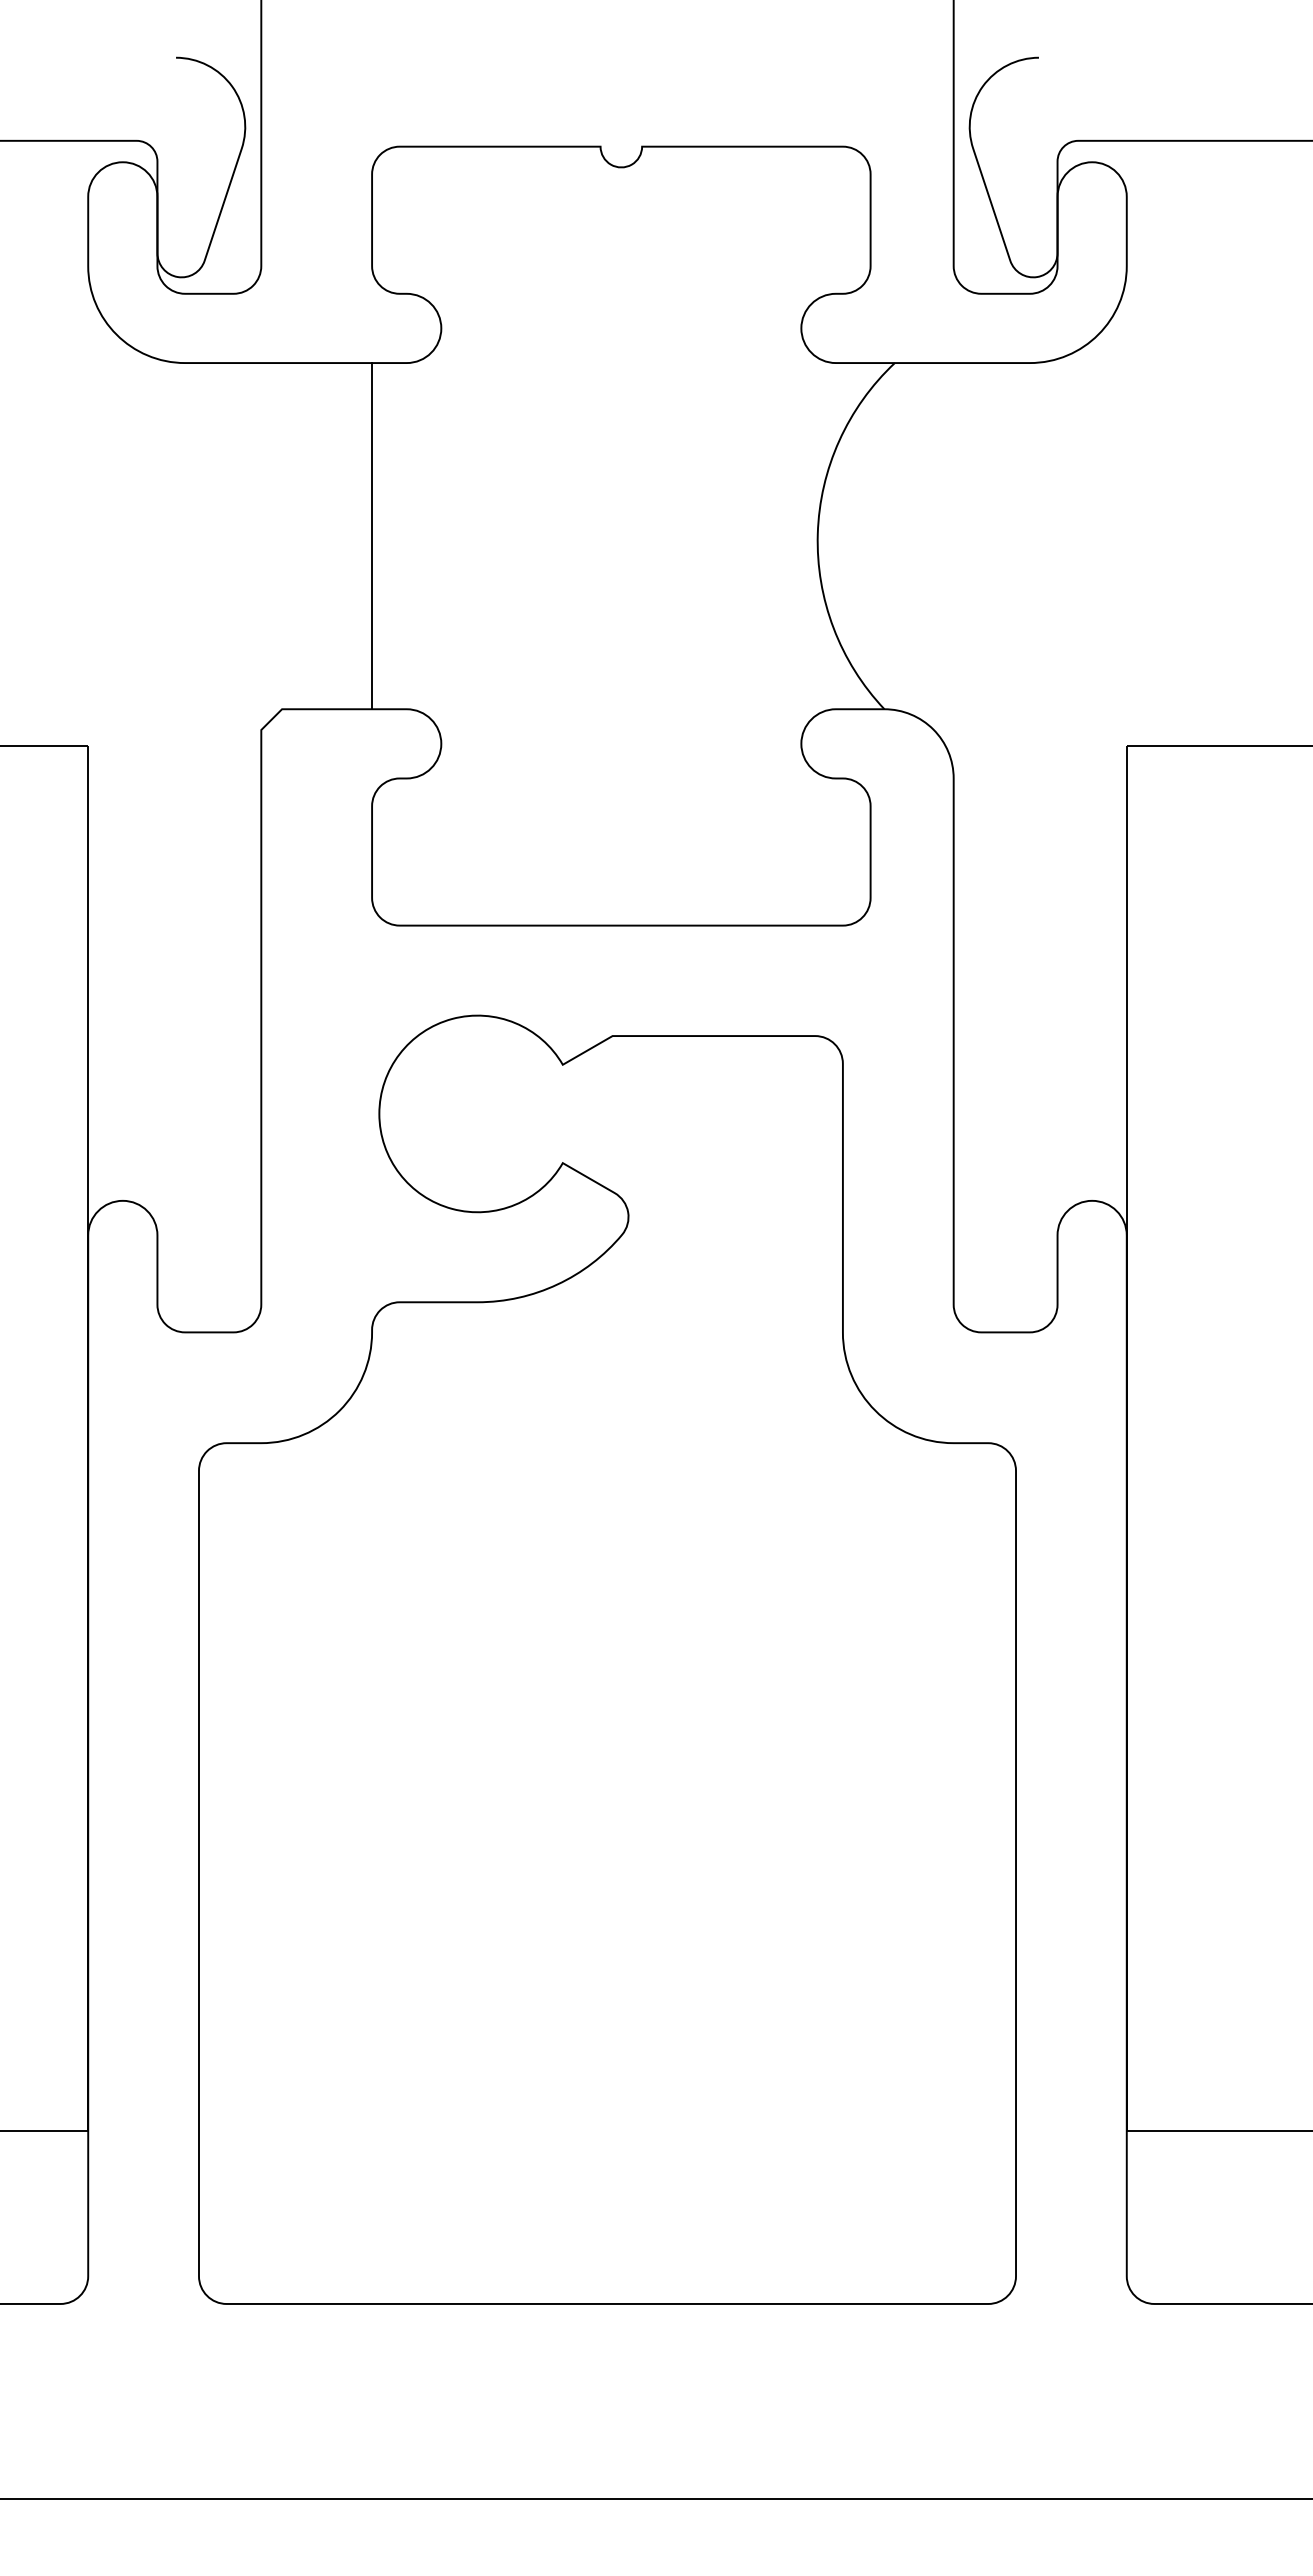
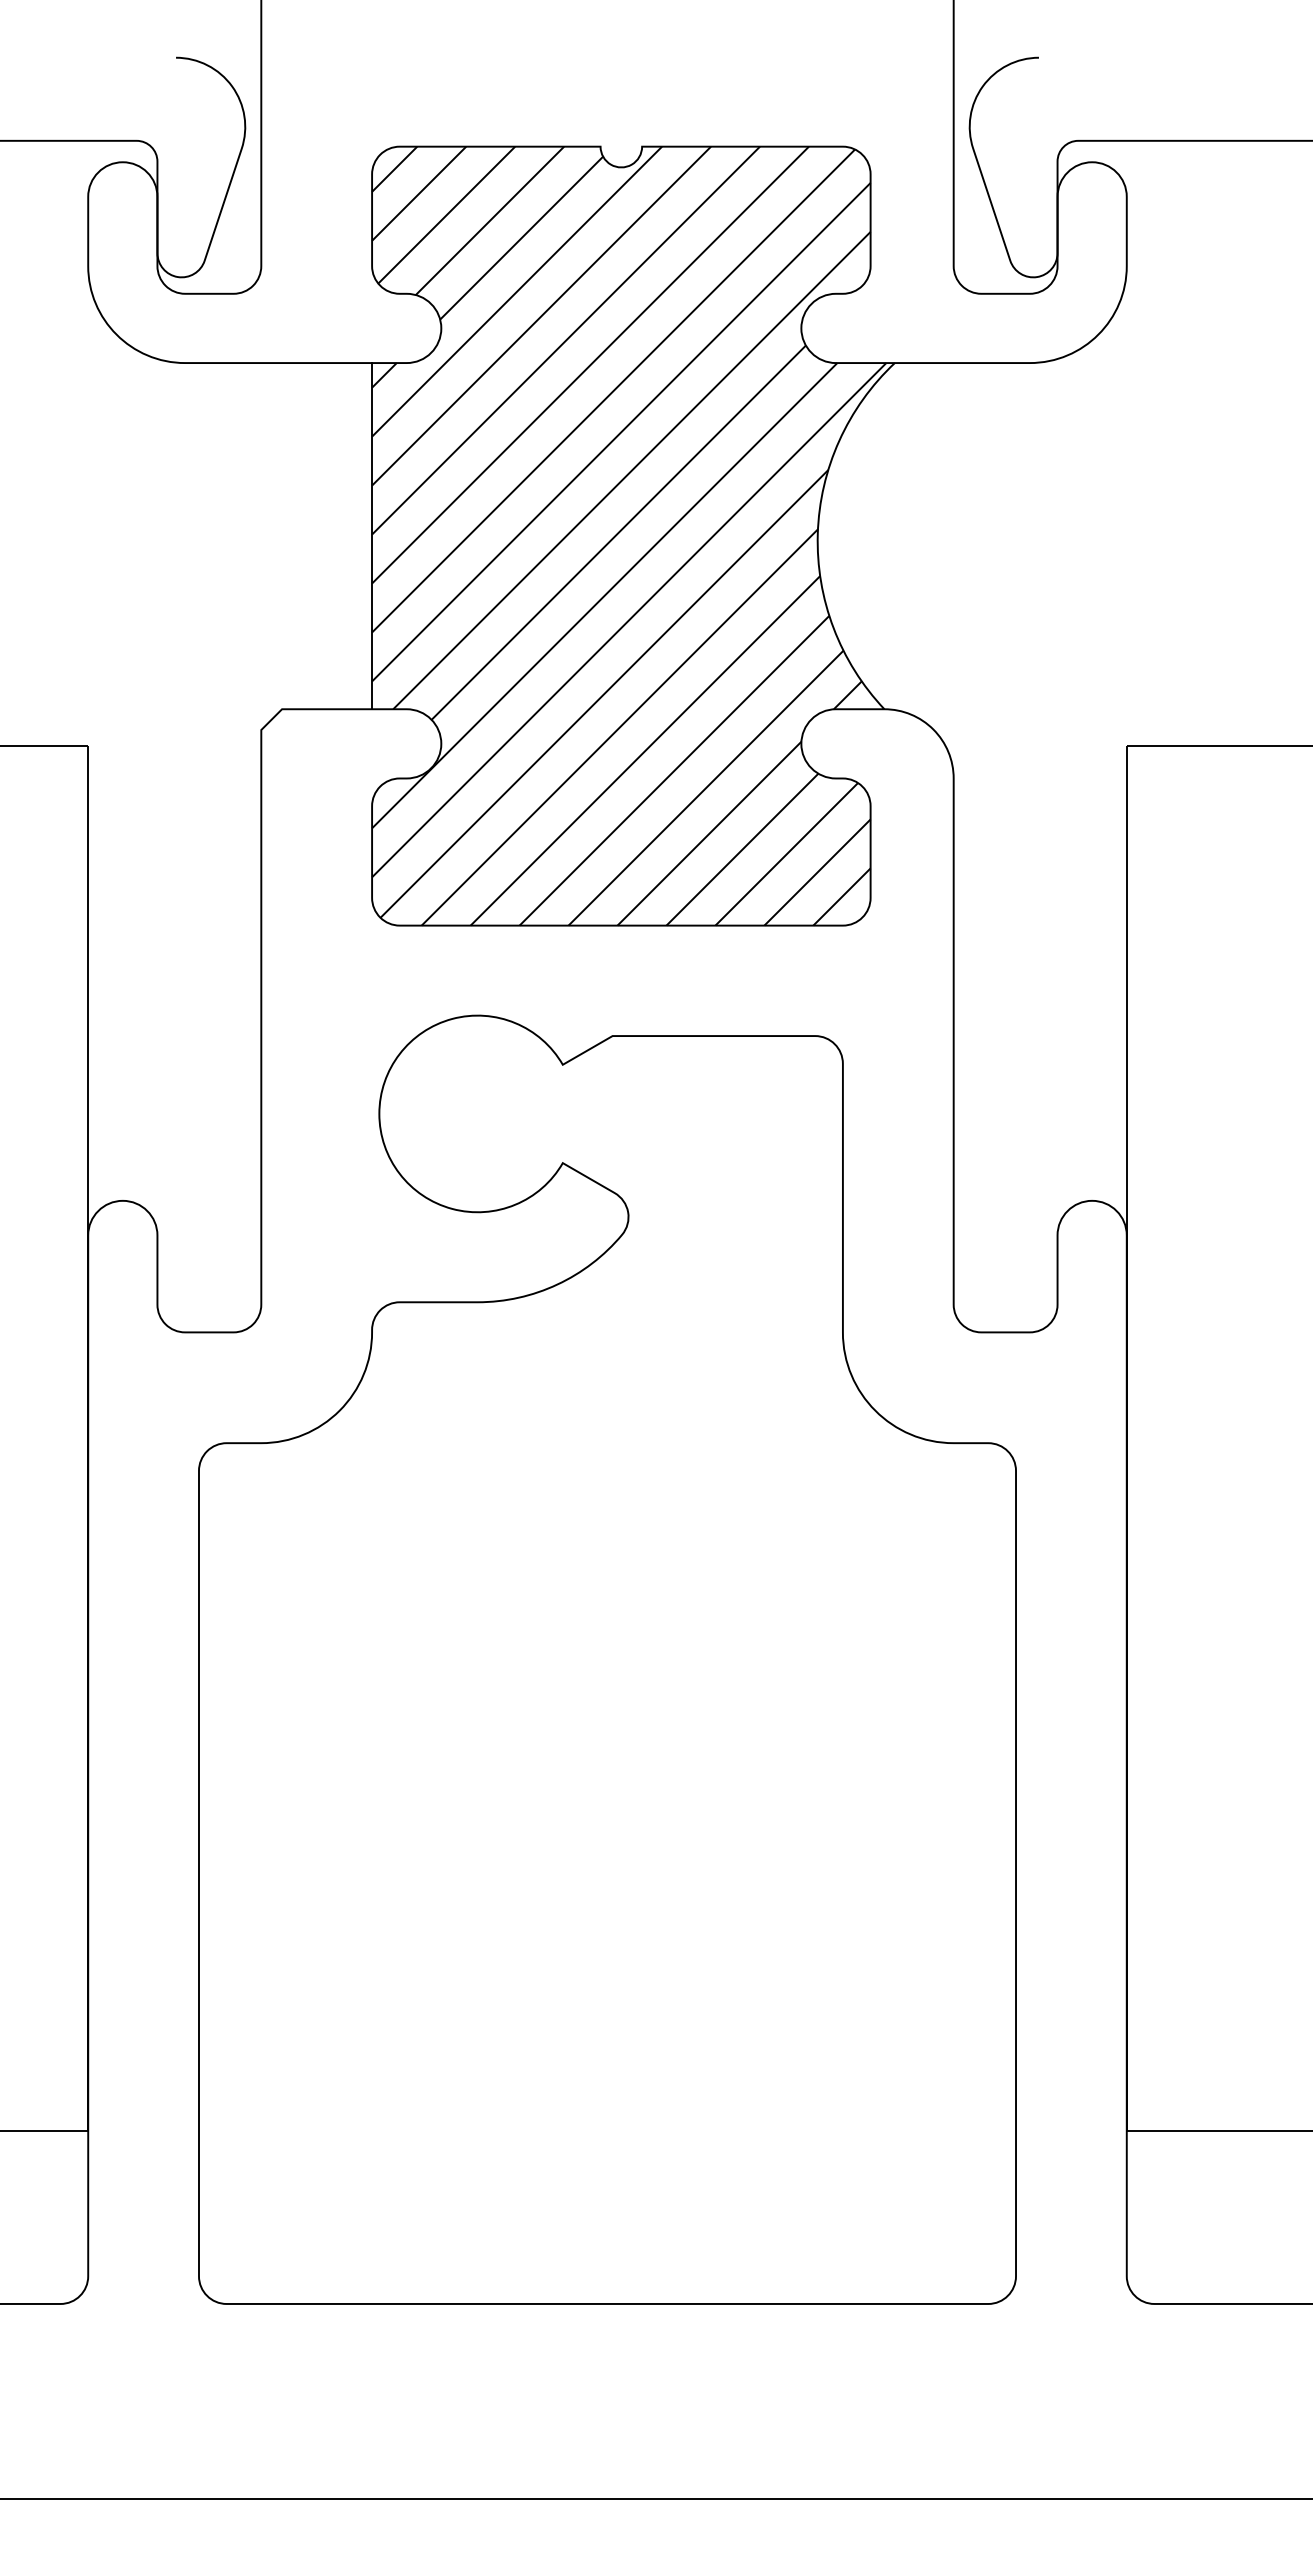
hatch at (629, 535): none -> present
